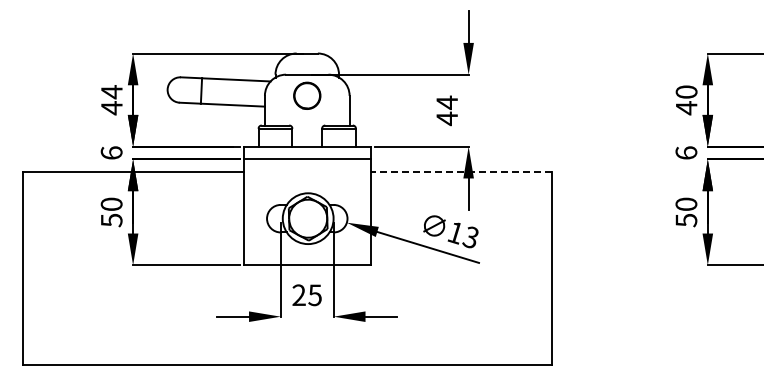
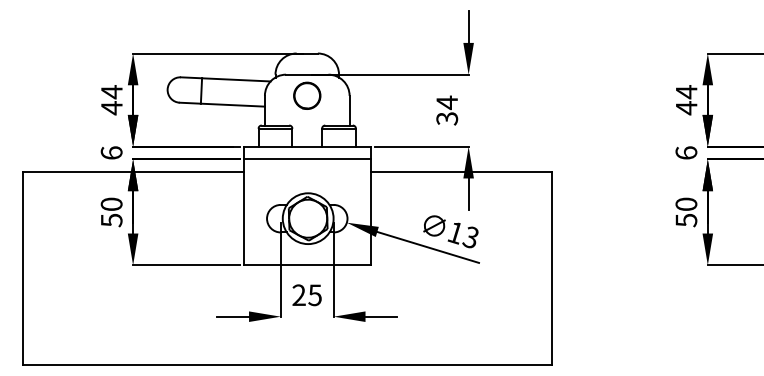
text at (686, 92): 40 -> 44
text at (447, 118): 44 -> 34
line at (461, 172): dashed -> solid
